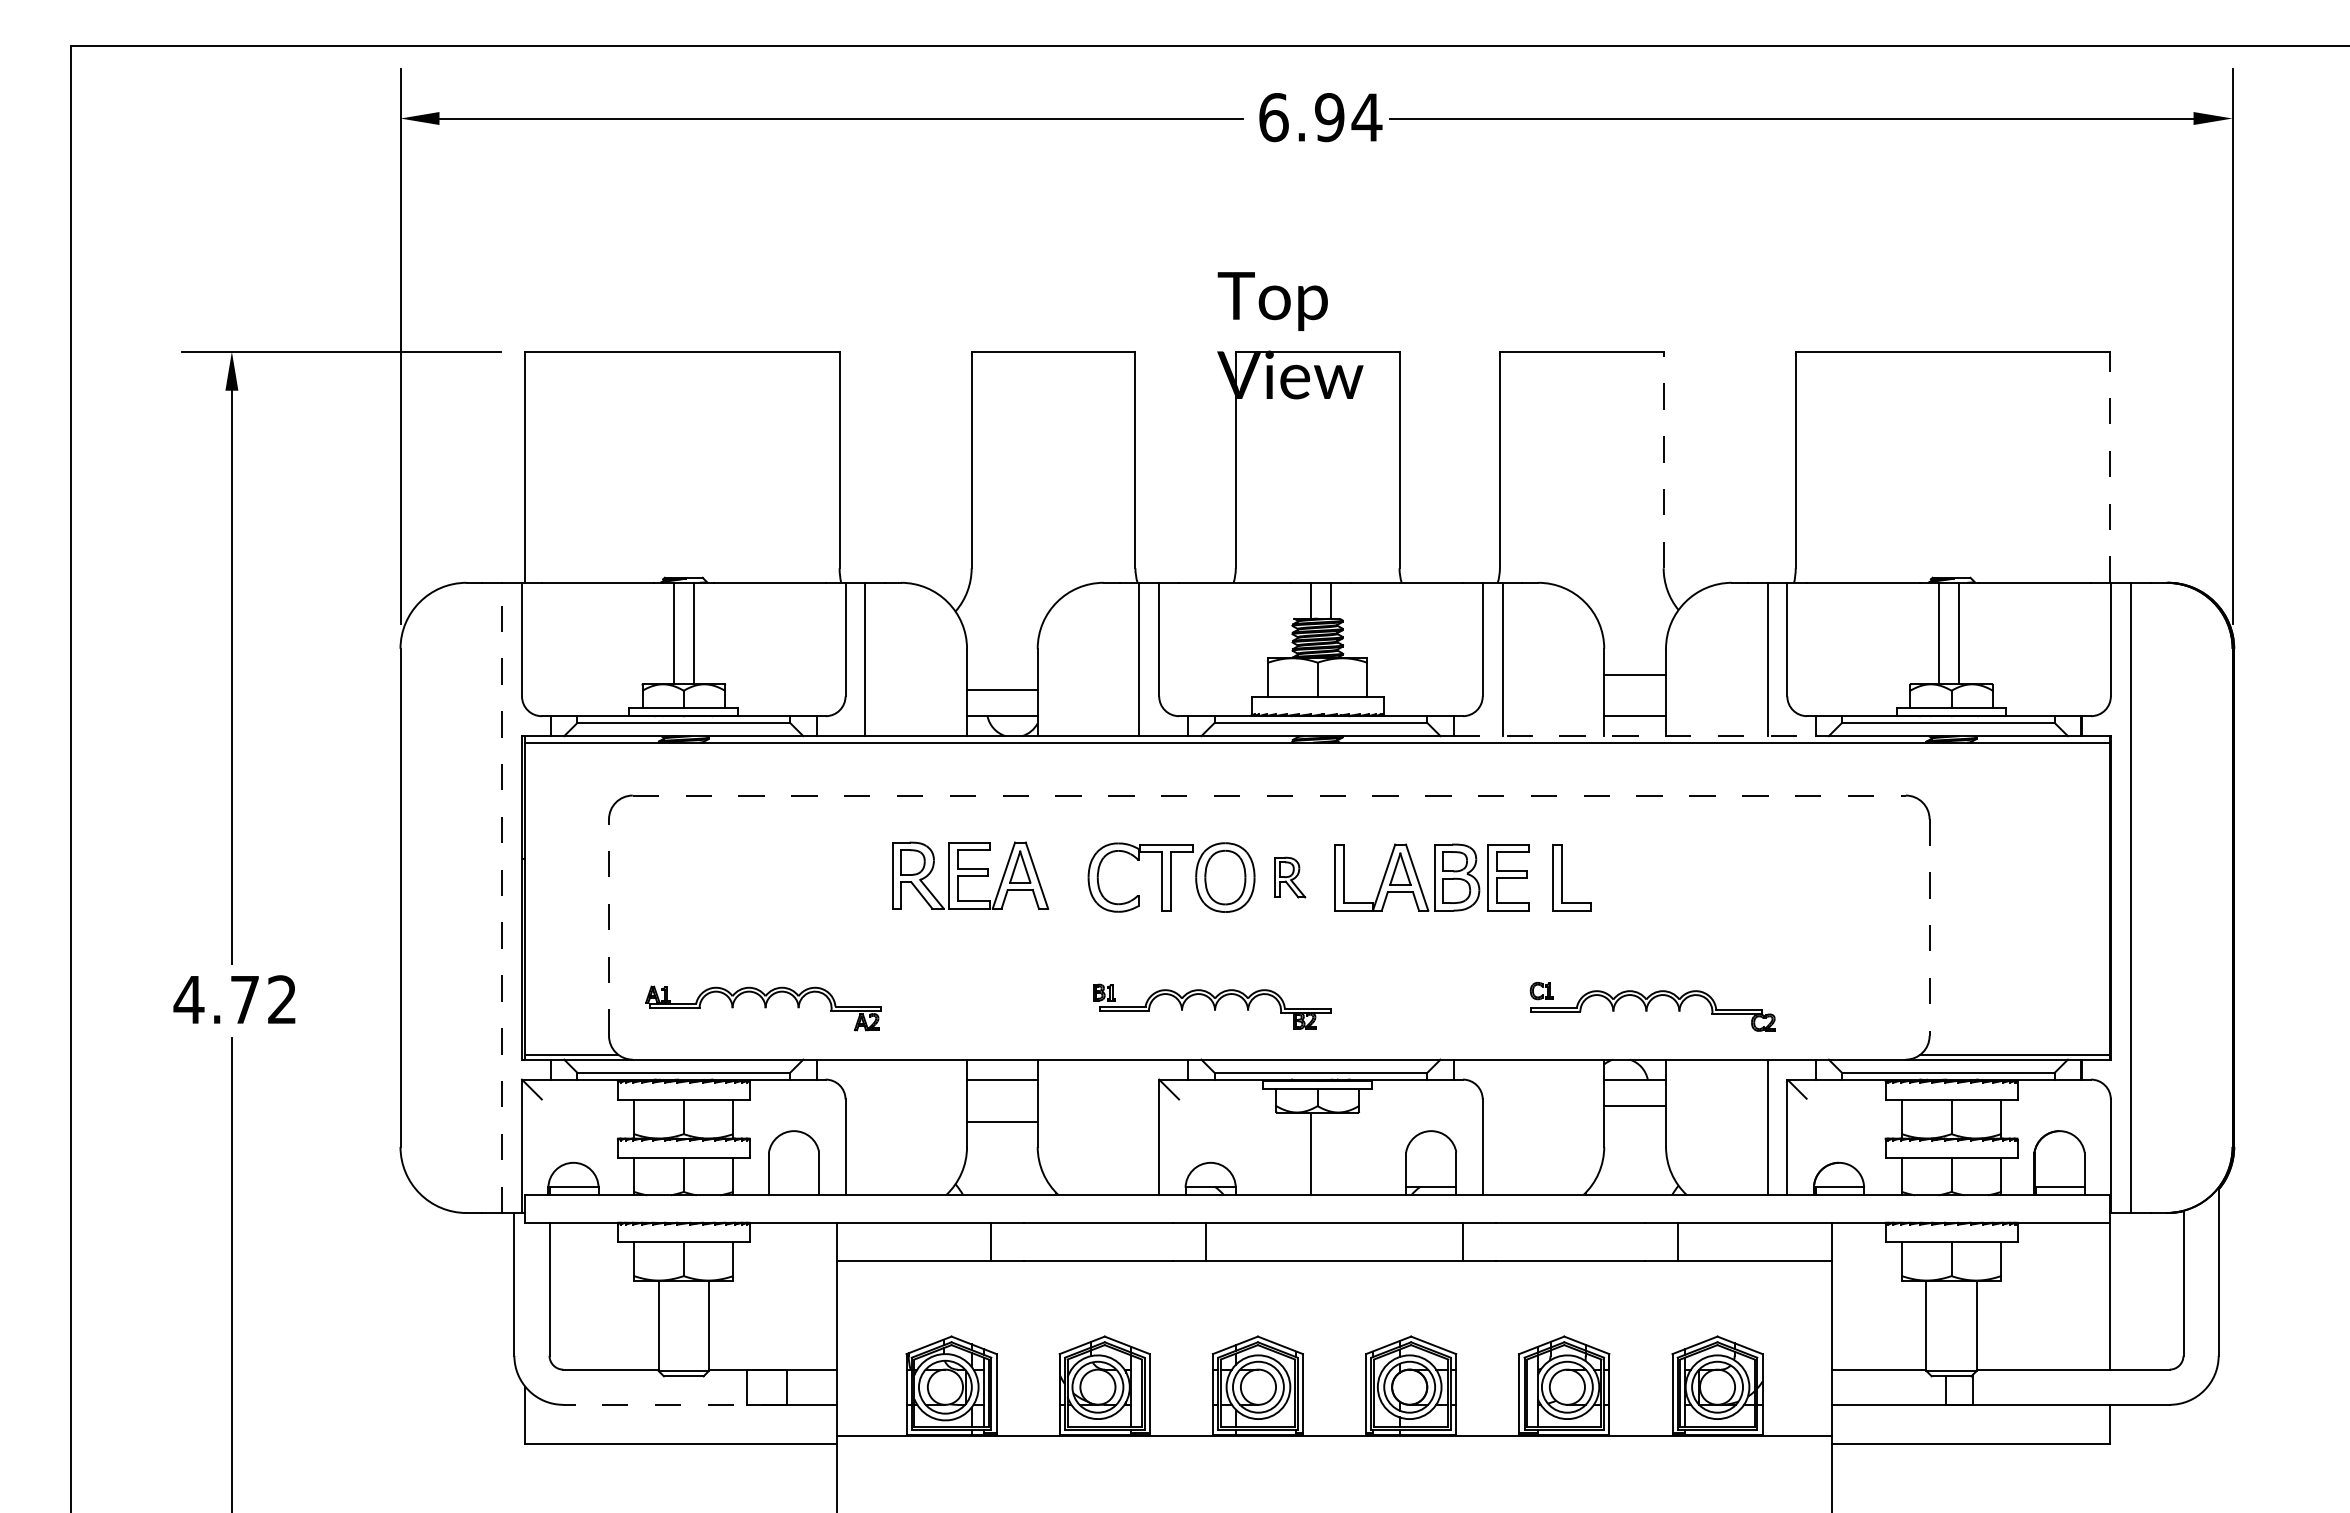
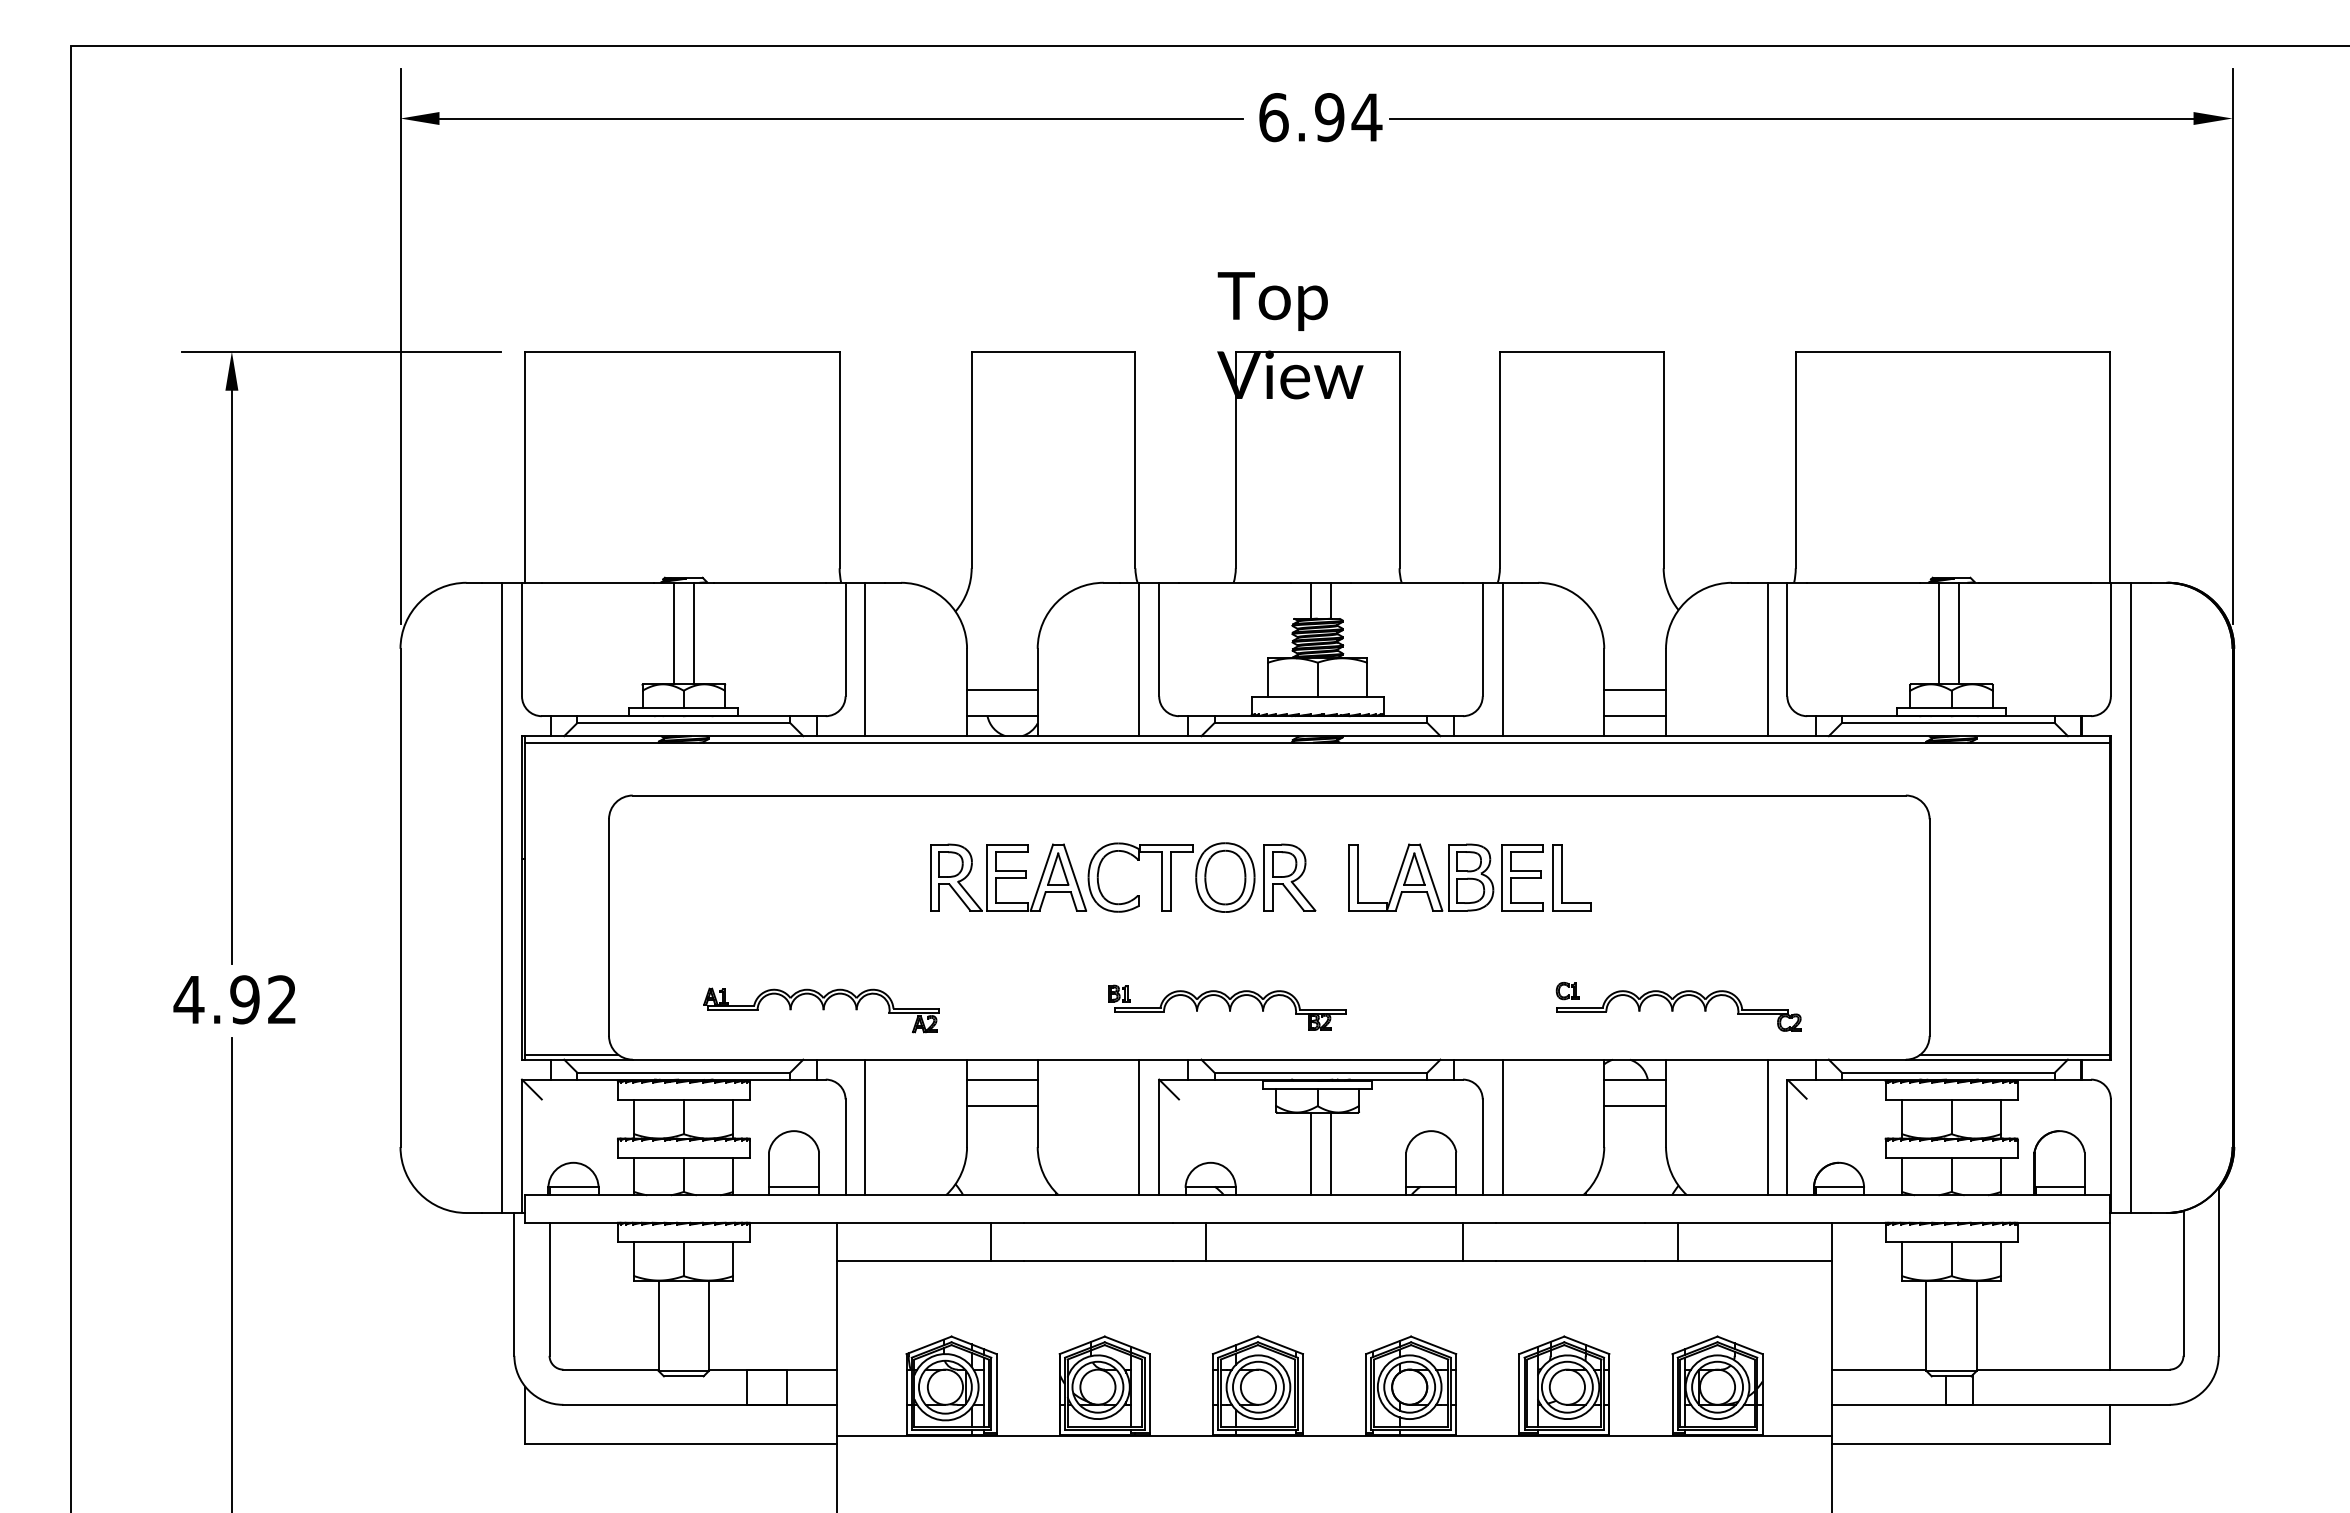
line at (1663, 459): dashed -> solid
line at (2110, 467): dashed -> solid
line at (1635, 674) position: (1635, 674) -> (1635, 689)
line at (1635, 736): dashed -> solid
line at (1269, 795): dashed -> solid
part at (970, 875) position: (970, 875) -> (1008, 877)
part at (1290, 877) size: 33x43 px -> 54x69 px
part at (1431, 877) position: (1431, 877) -> (1445, 877)
line at (502, 897): dashed -> solid
line at (609, 927): dashed -> solid
line at (1929, 928): dashed -> solid
text at (244, 999): 4.72 -> 4.92
part at (1212, 1006) position: (1212, 1006) -> (1227, 1007)
part at (1652, 1006) position: (1652, 1006) -> (1678, 1006)
part at (763, 1008) position: (763, 1008) -> (821, 1010)
line at (1002, 1122) position: (1002, 1122) -> (1002, 1106)
line at (865, 1127): none -> present
line at (1139, 1127): none -> present
line at (1502, 1127): none -> present
line at (1330, 1153): none -> present
line at (793, 1186): none -> present
line at (675, 1404): dashed -> solid
